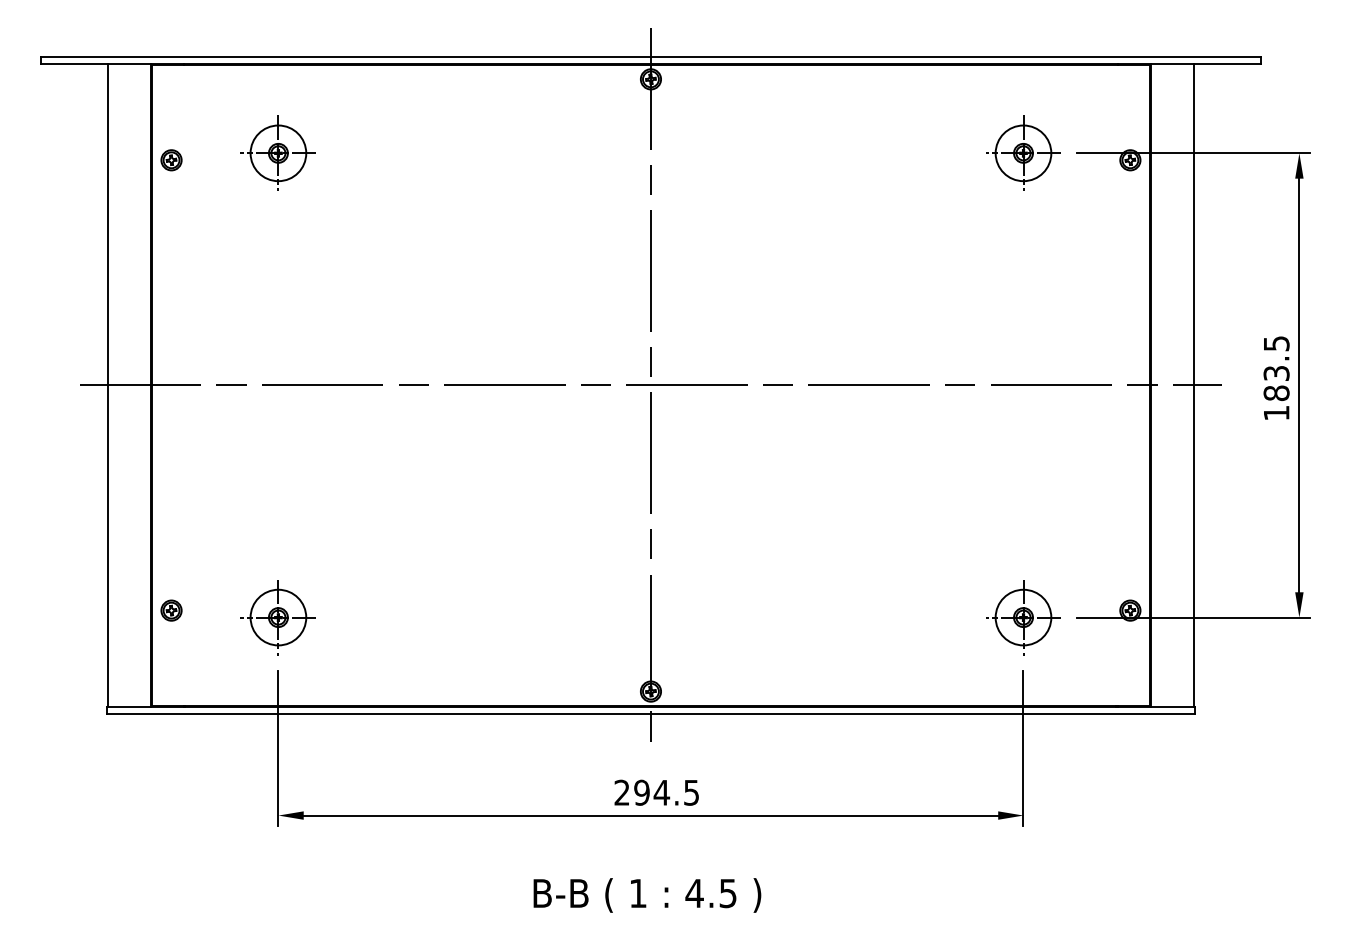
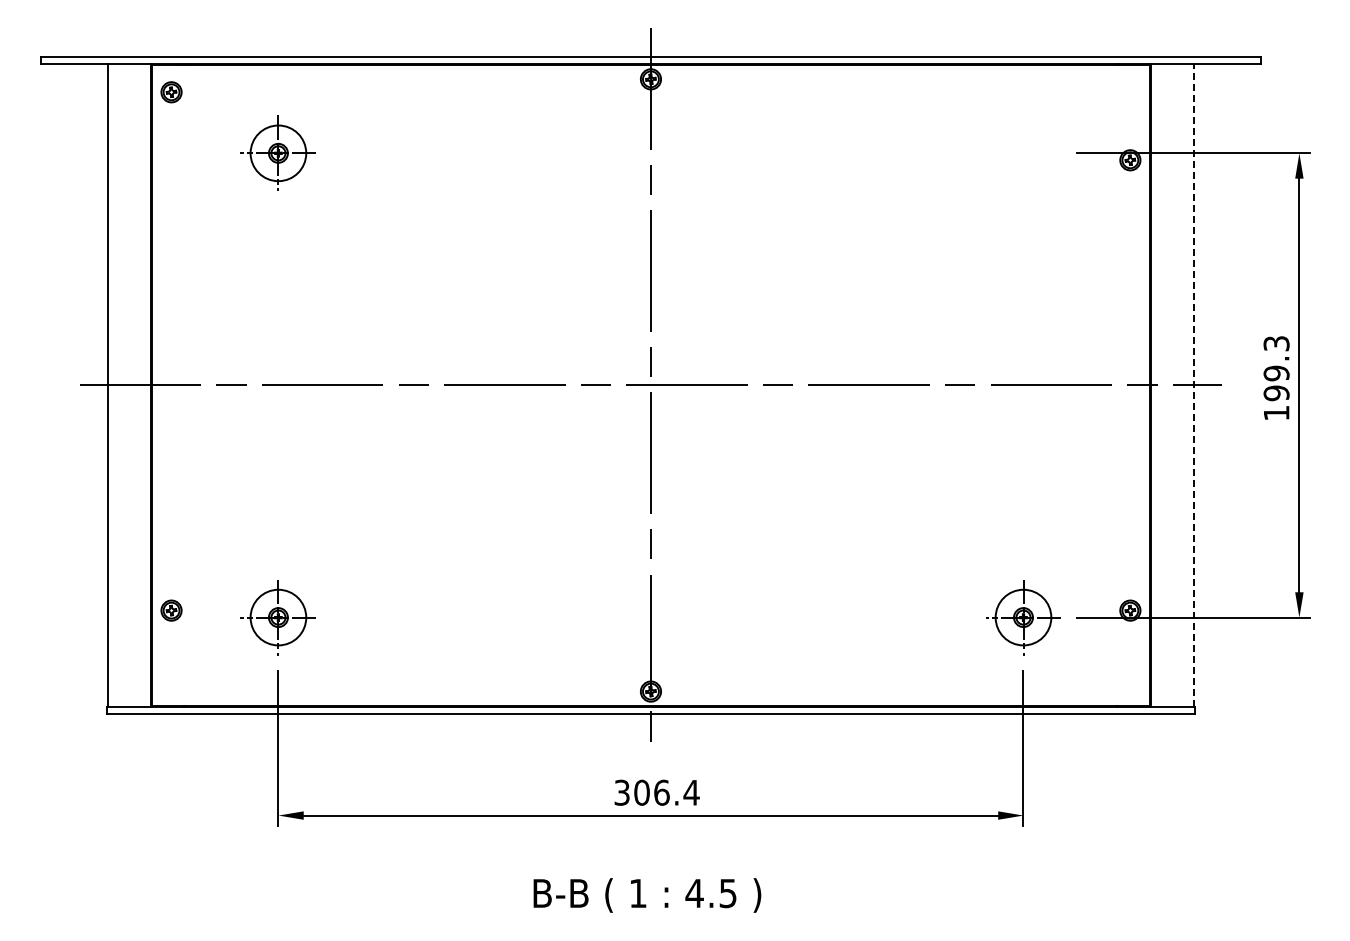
part at (1023, 152): present -> none
part at (171, 160) position: (171, 160) -> (171, 92)
text at (1276, 368): 183.5 -> 199.3
line at (1193, 384): solid -> dashed
text at (656, 792): 294.5 -> 306.4
